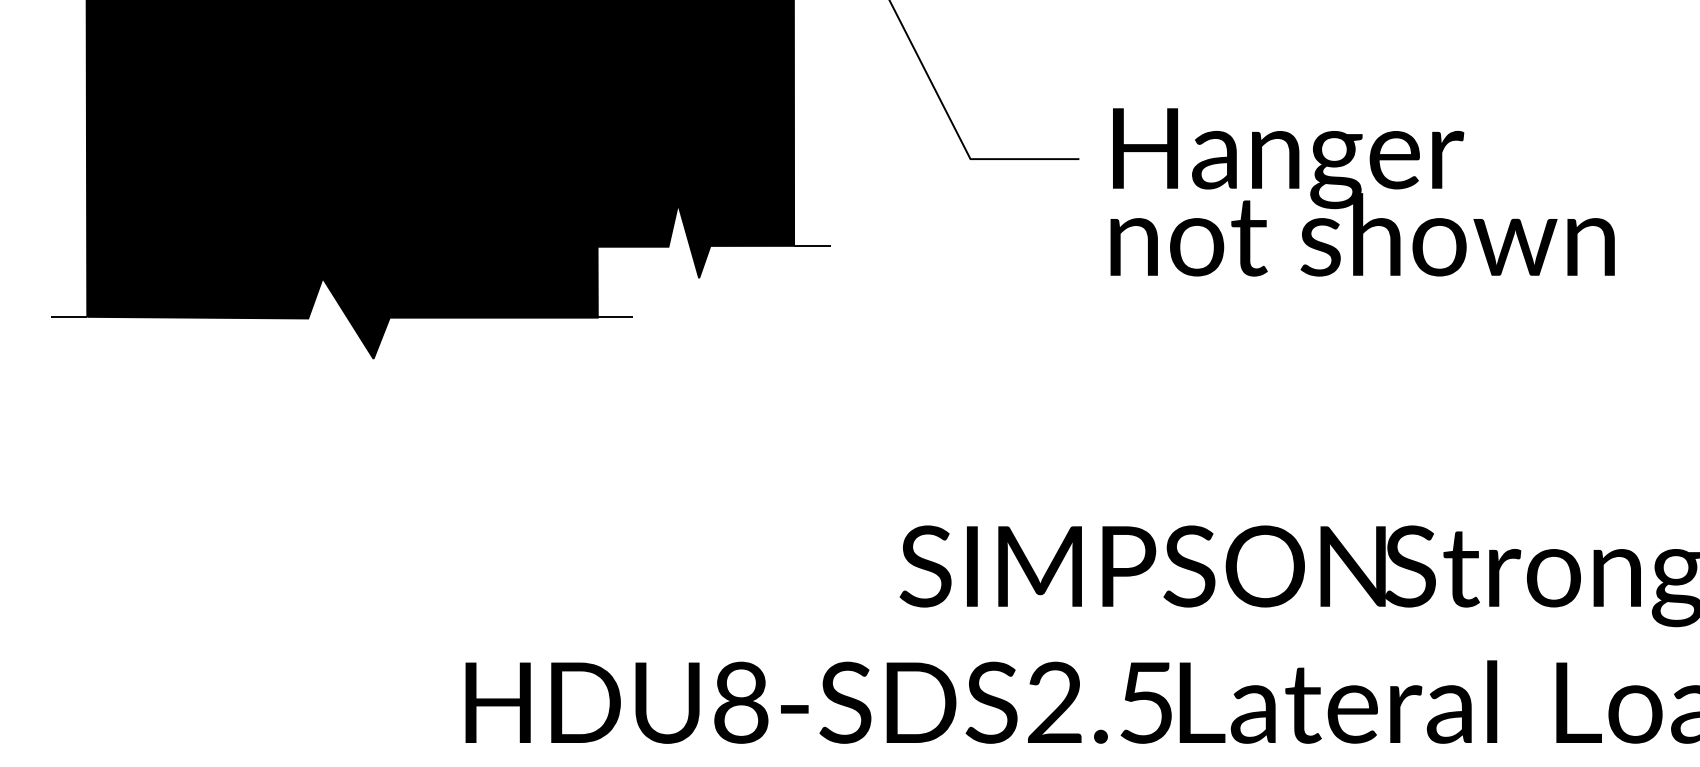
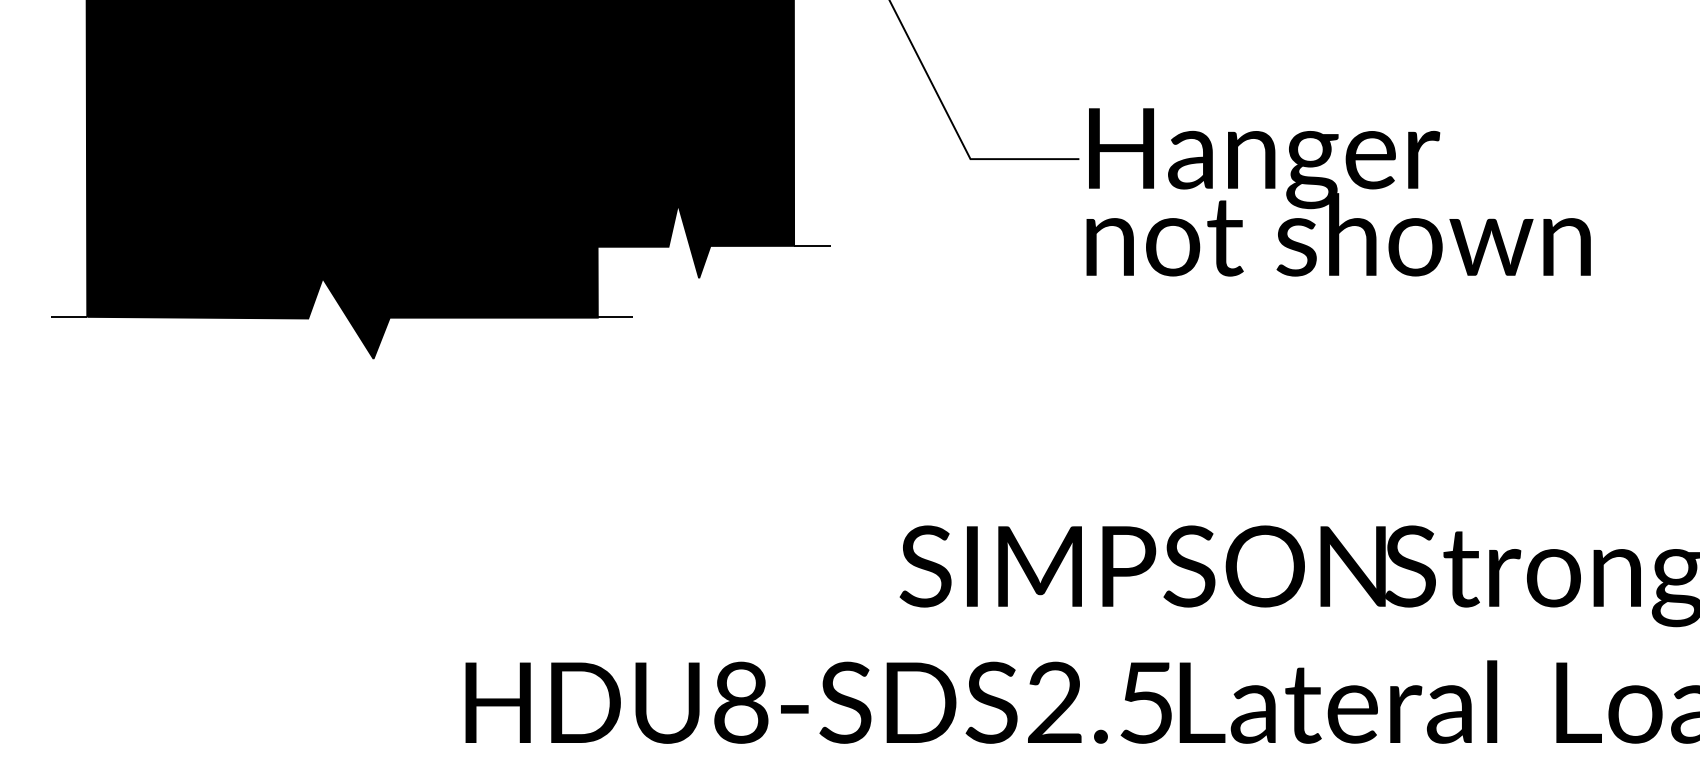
text at (1362, 192) position: (1362, 192) -> (1338, 192)
